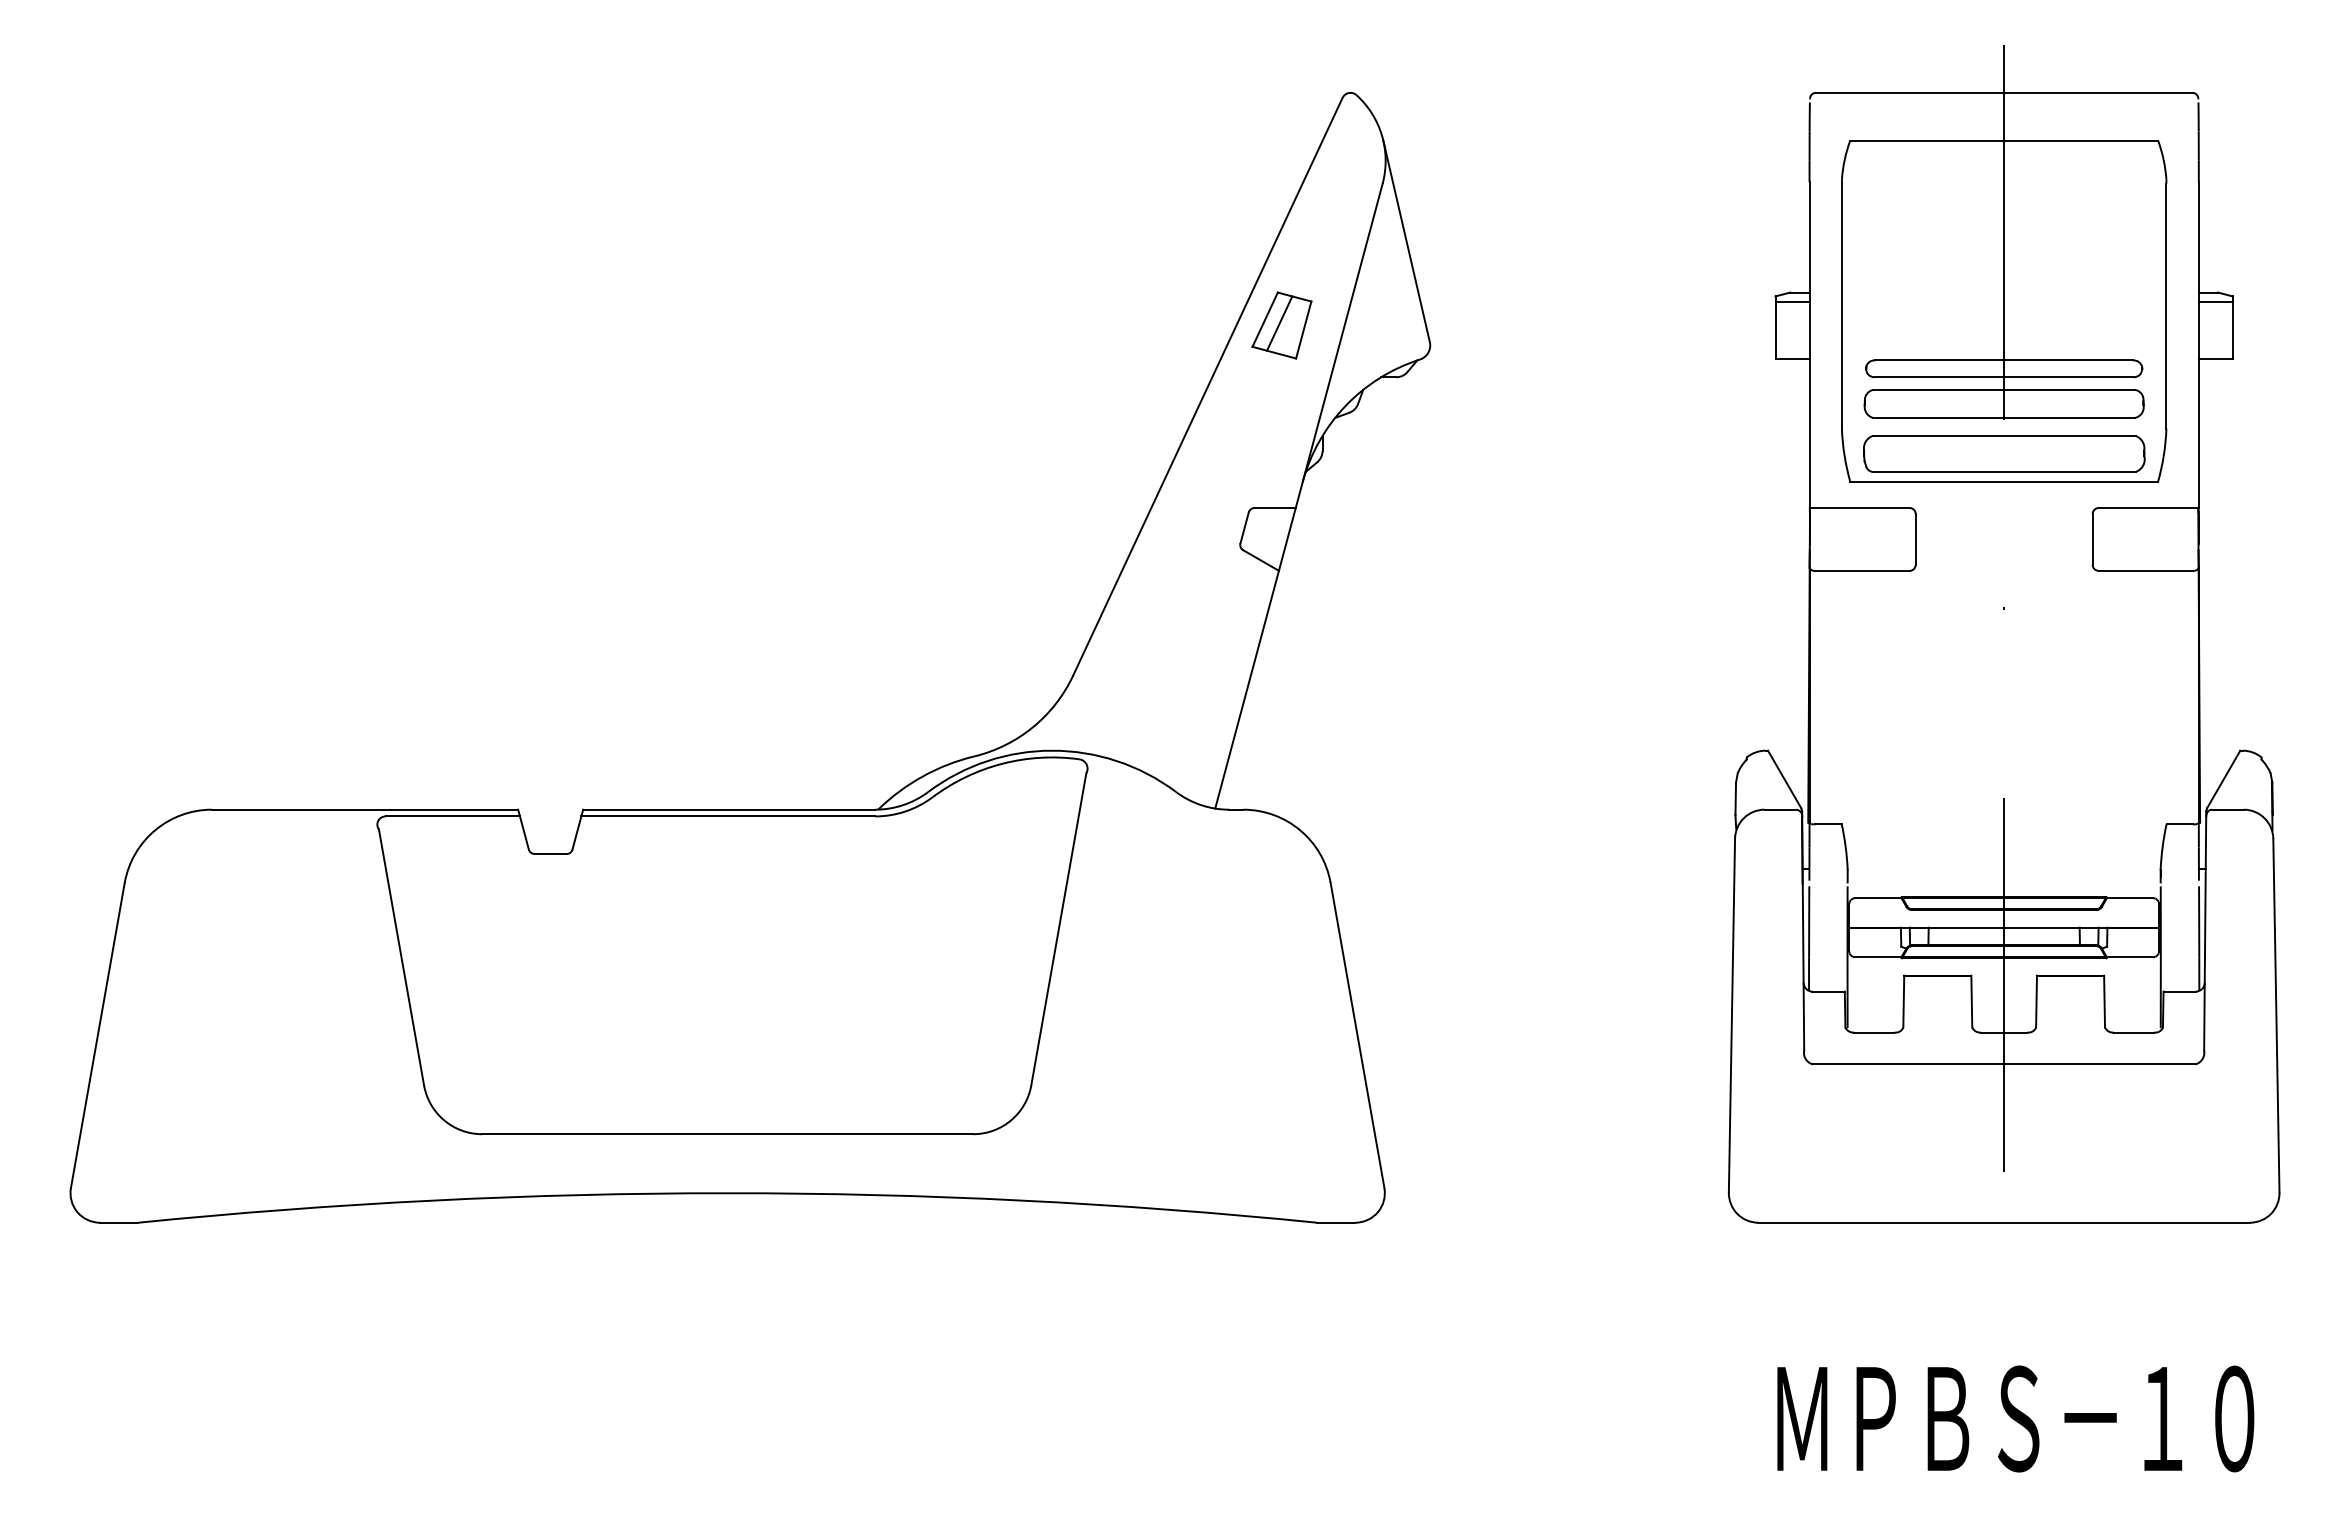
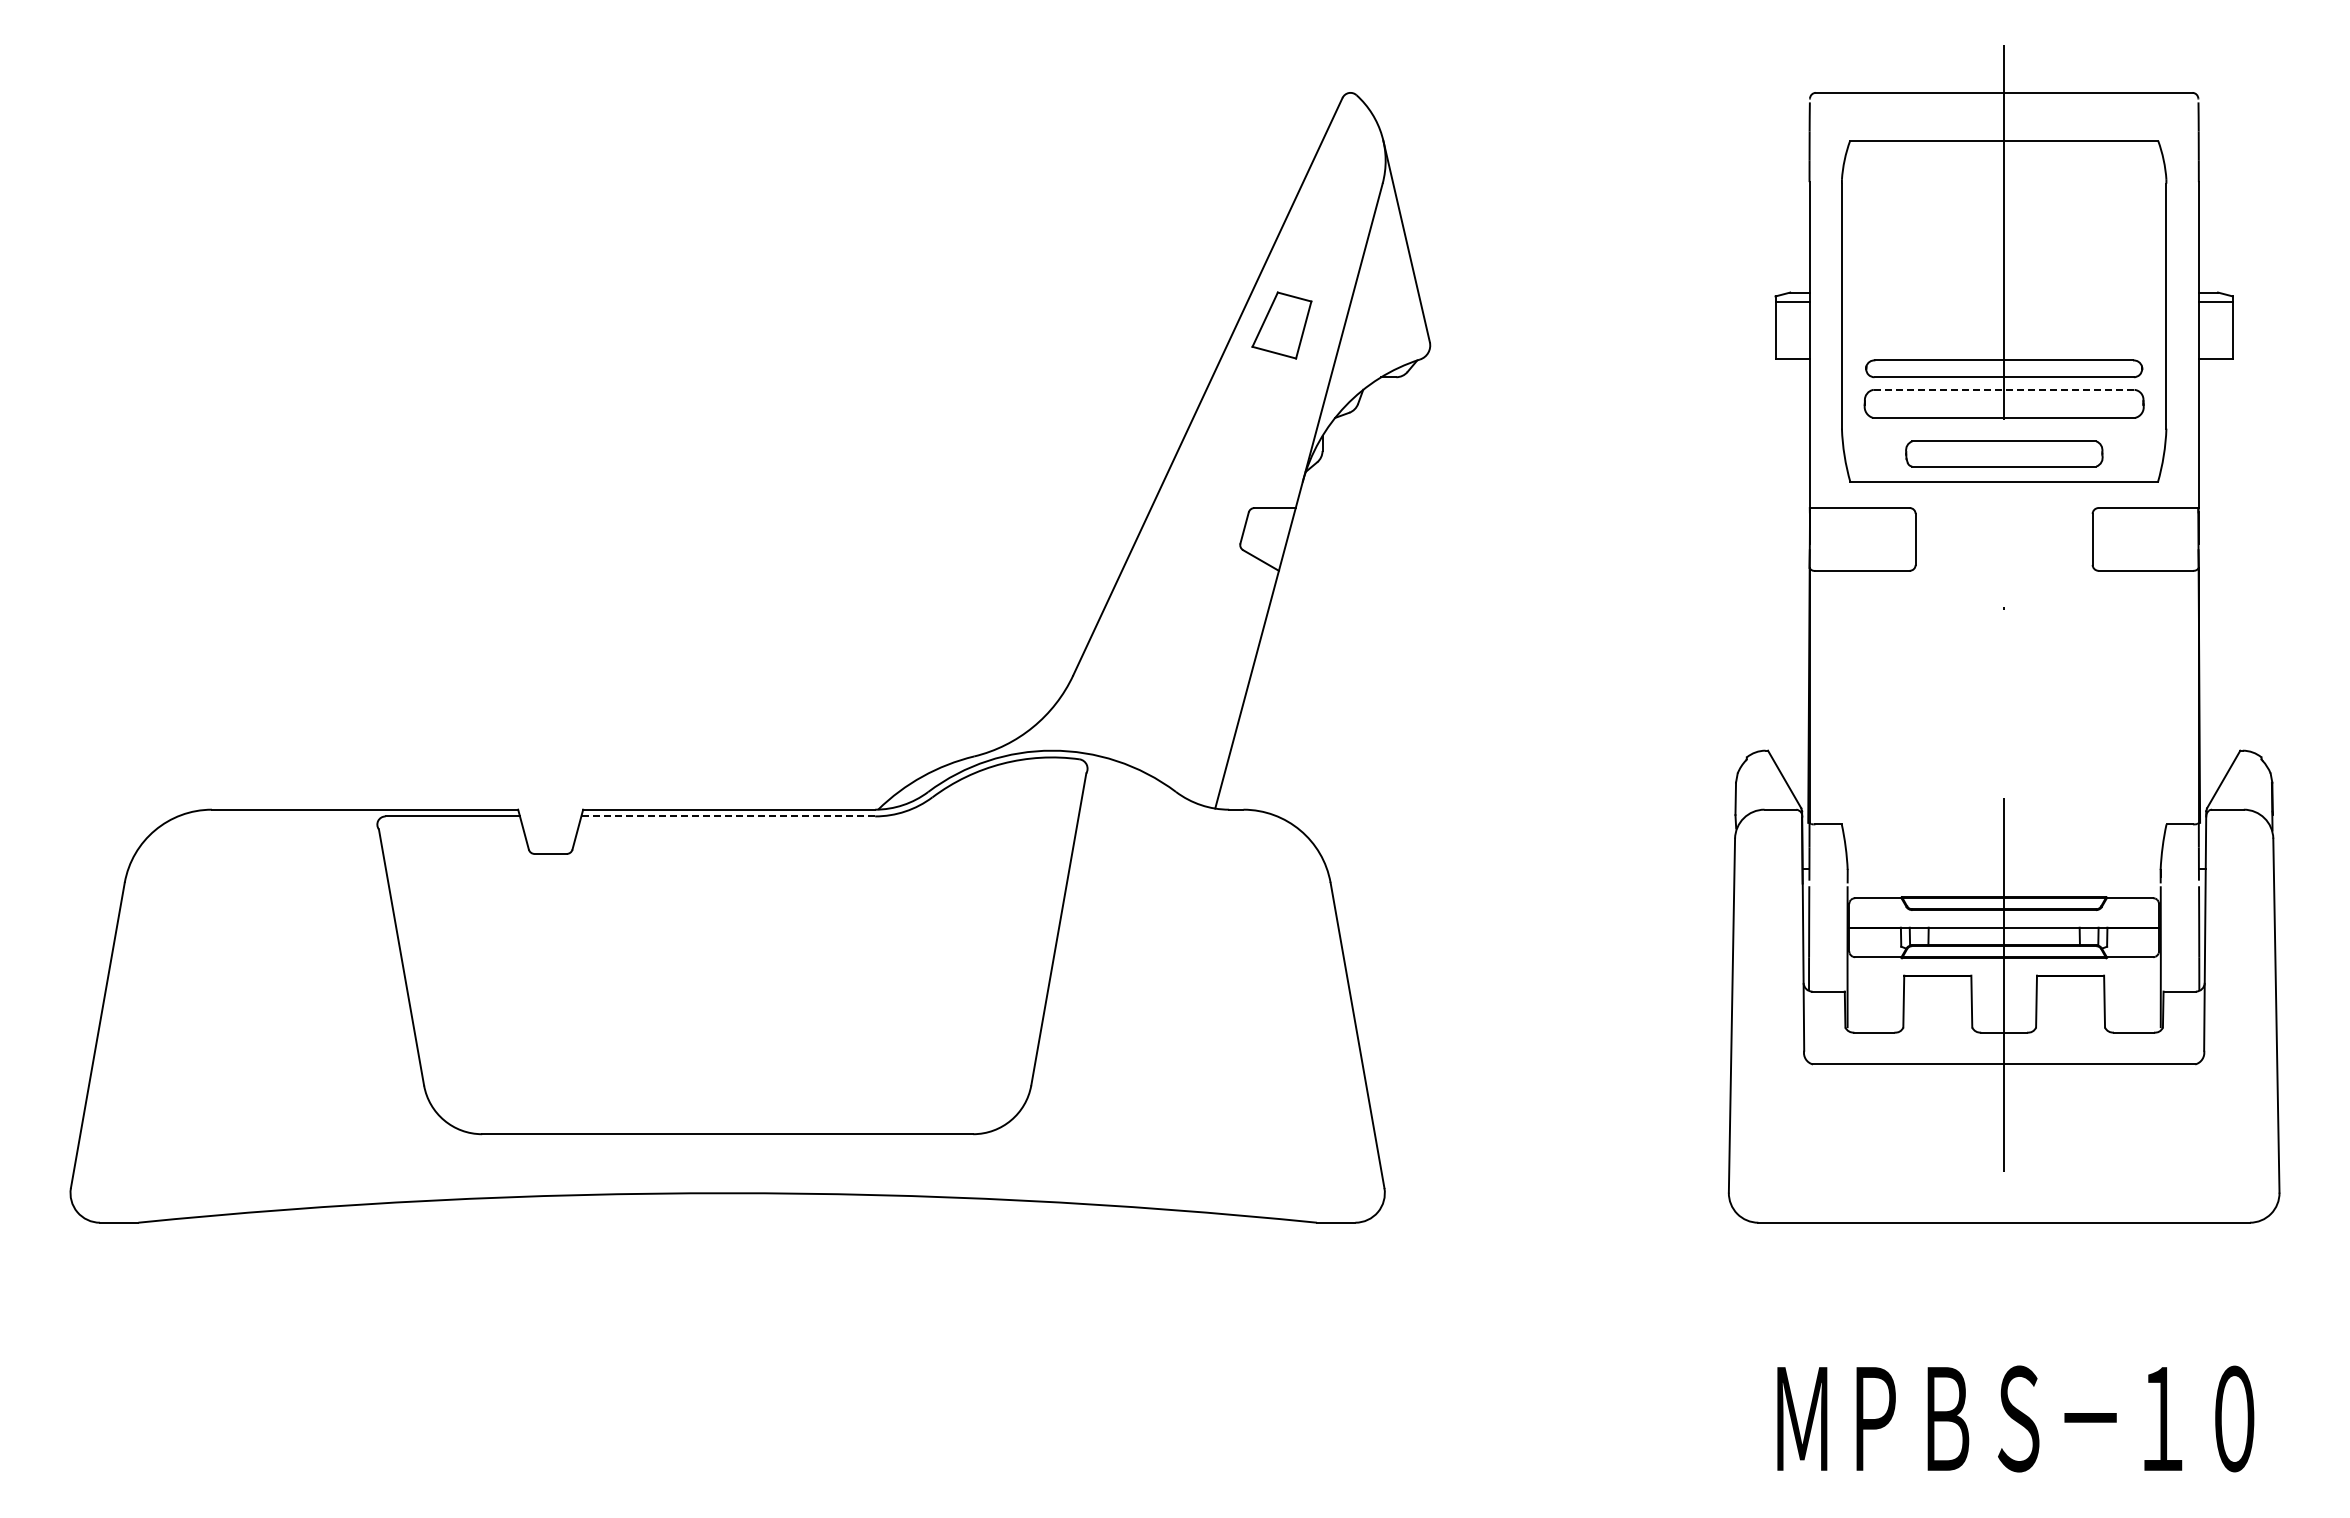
line at (1279, 323): present -> none
line at (2004, 389): solid -> dashed
part at (2004, 453) size: 283x38 px -> 199x28 px
line at (728, 816): solid -> dashed
